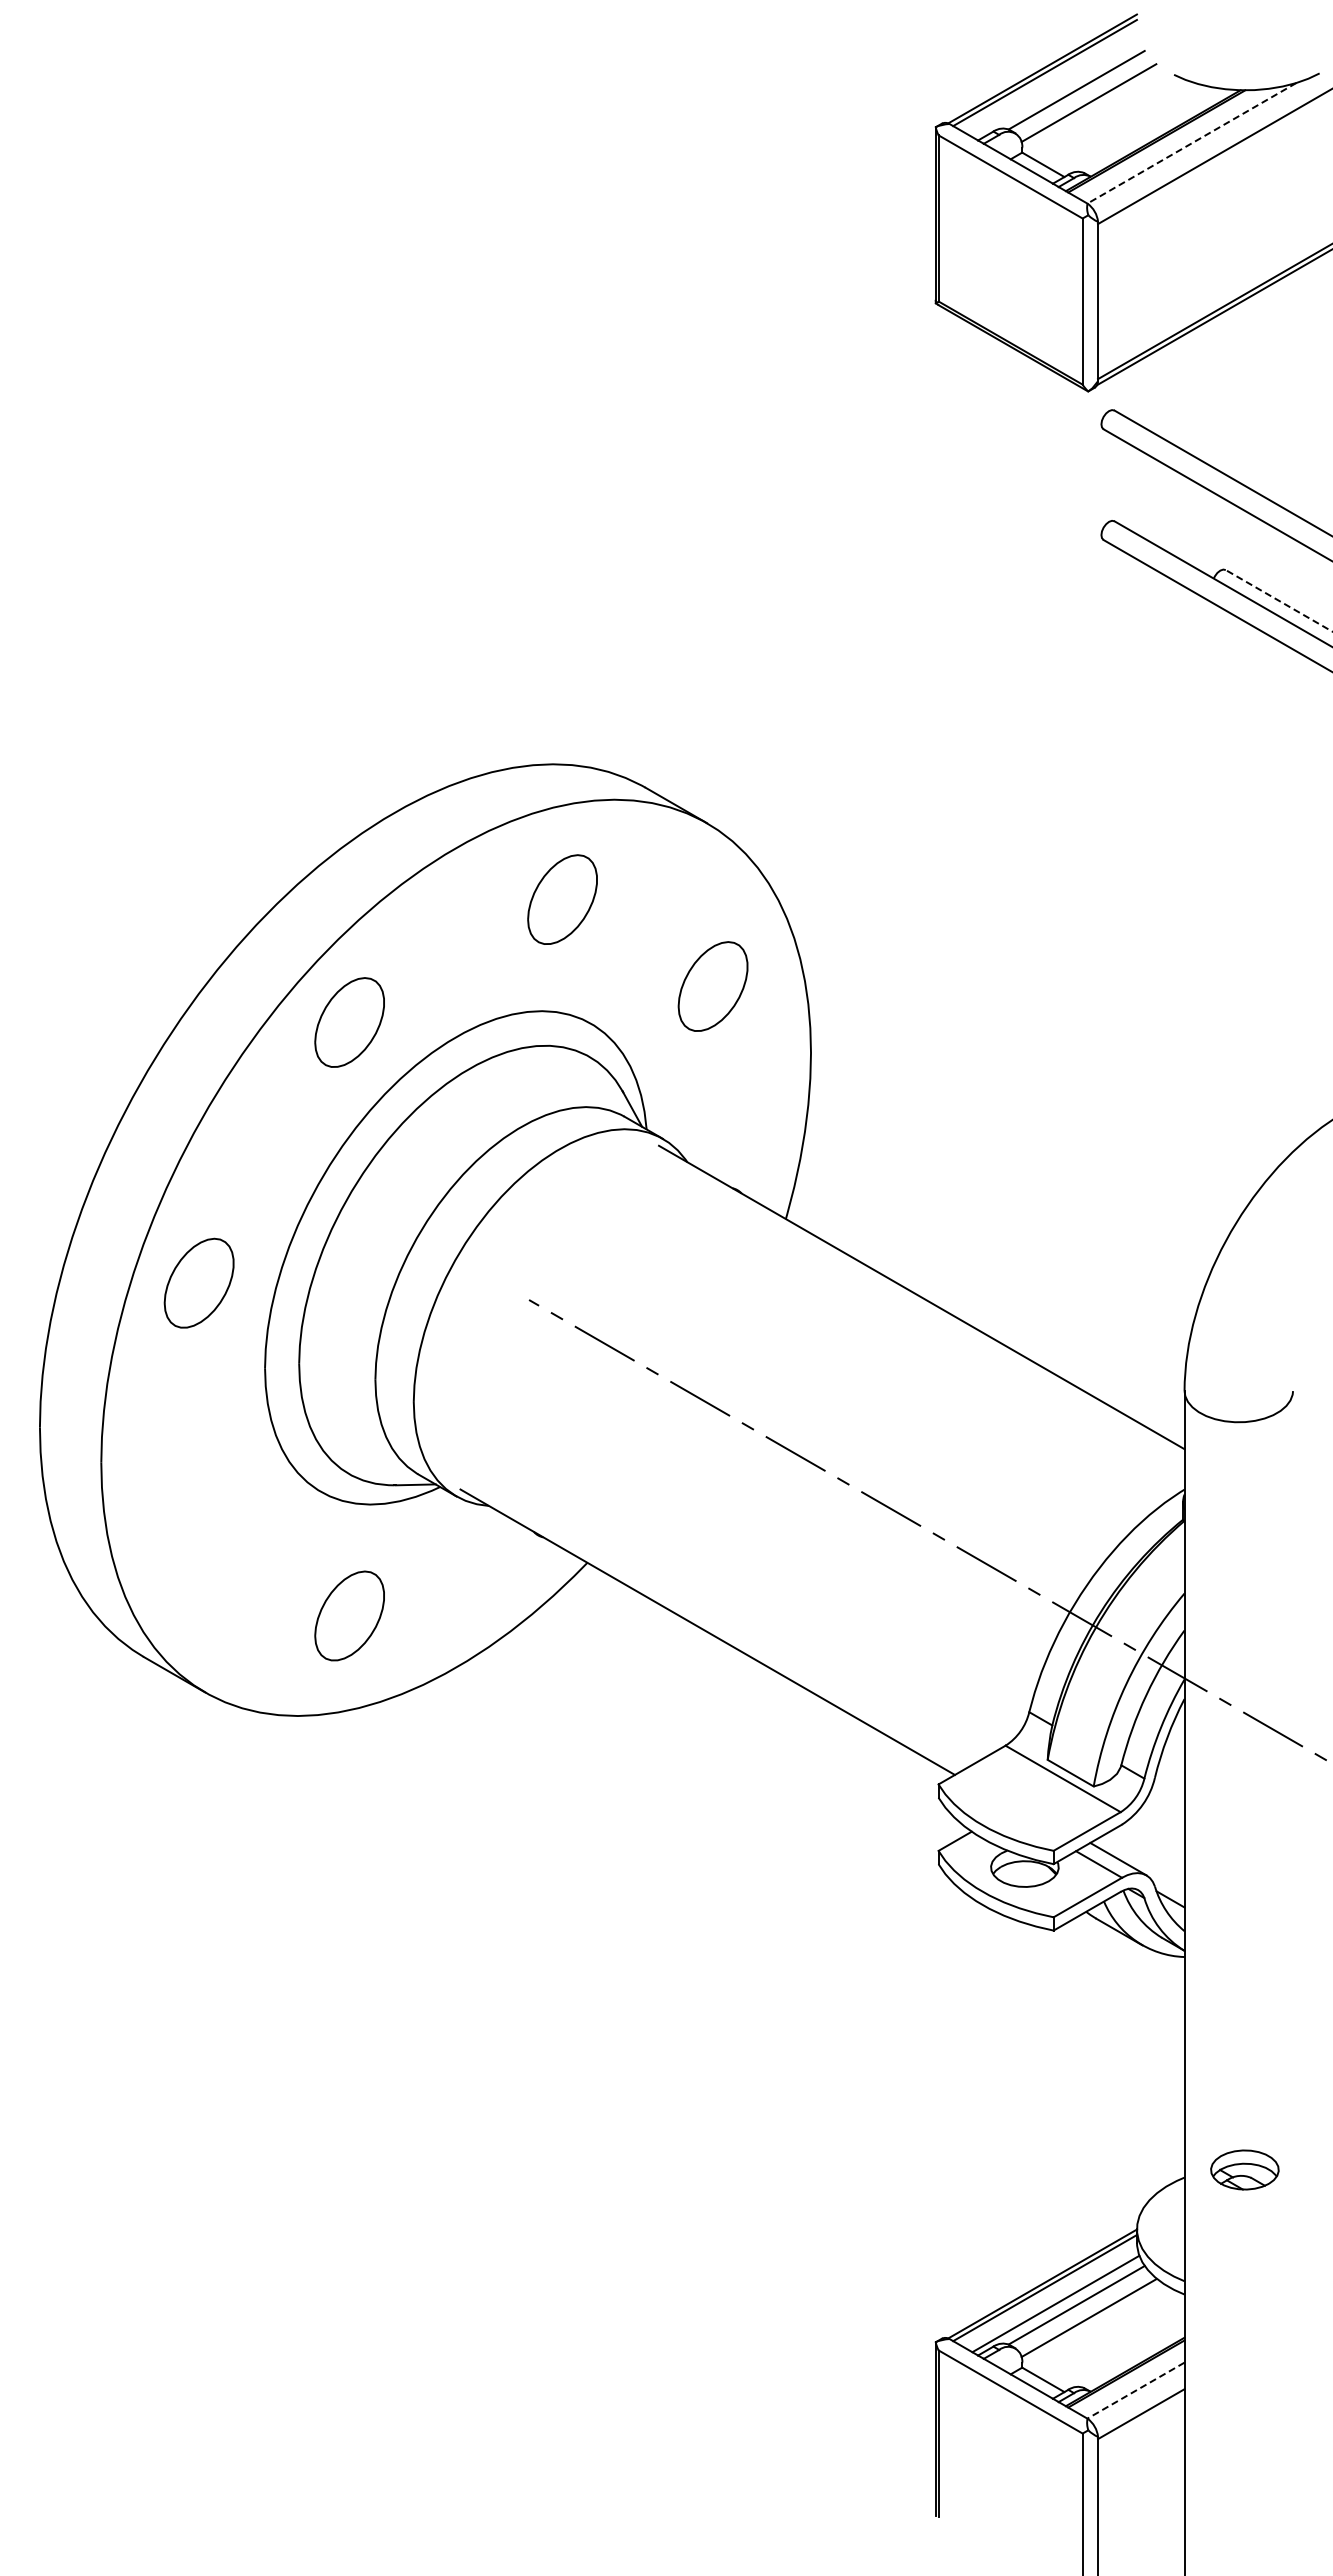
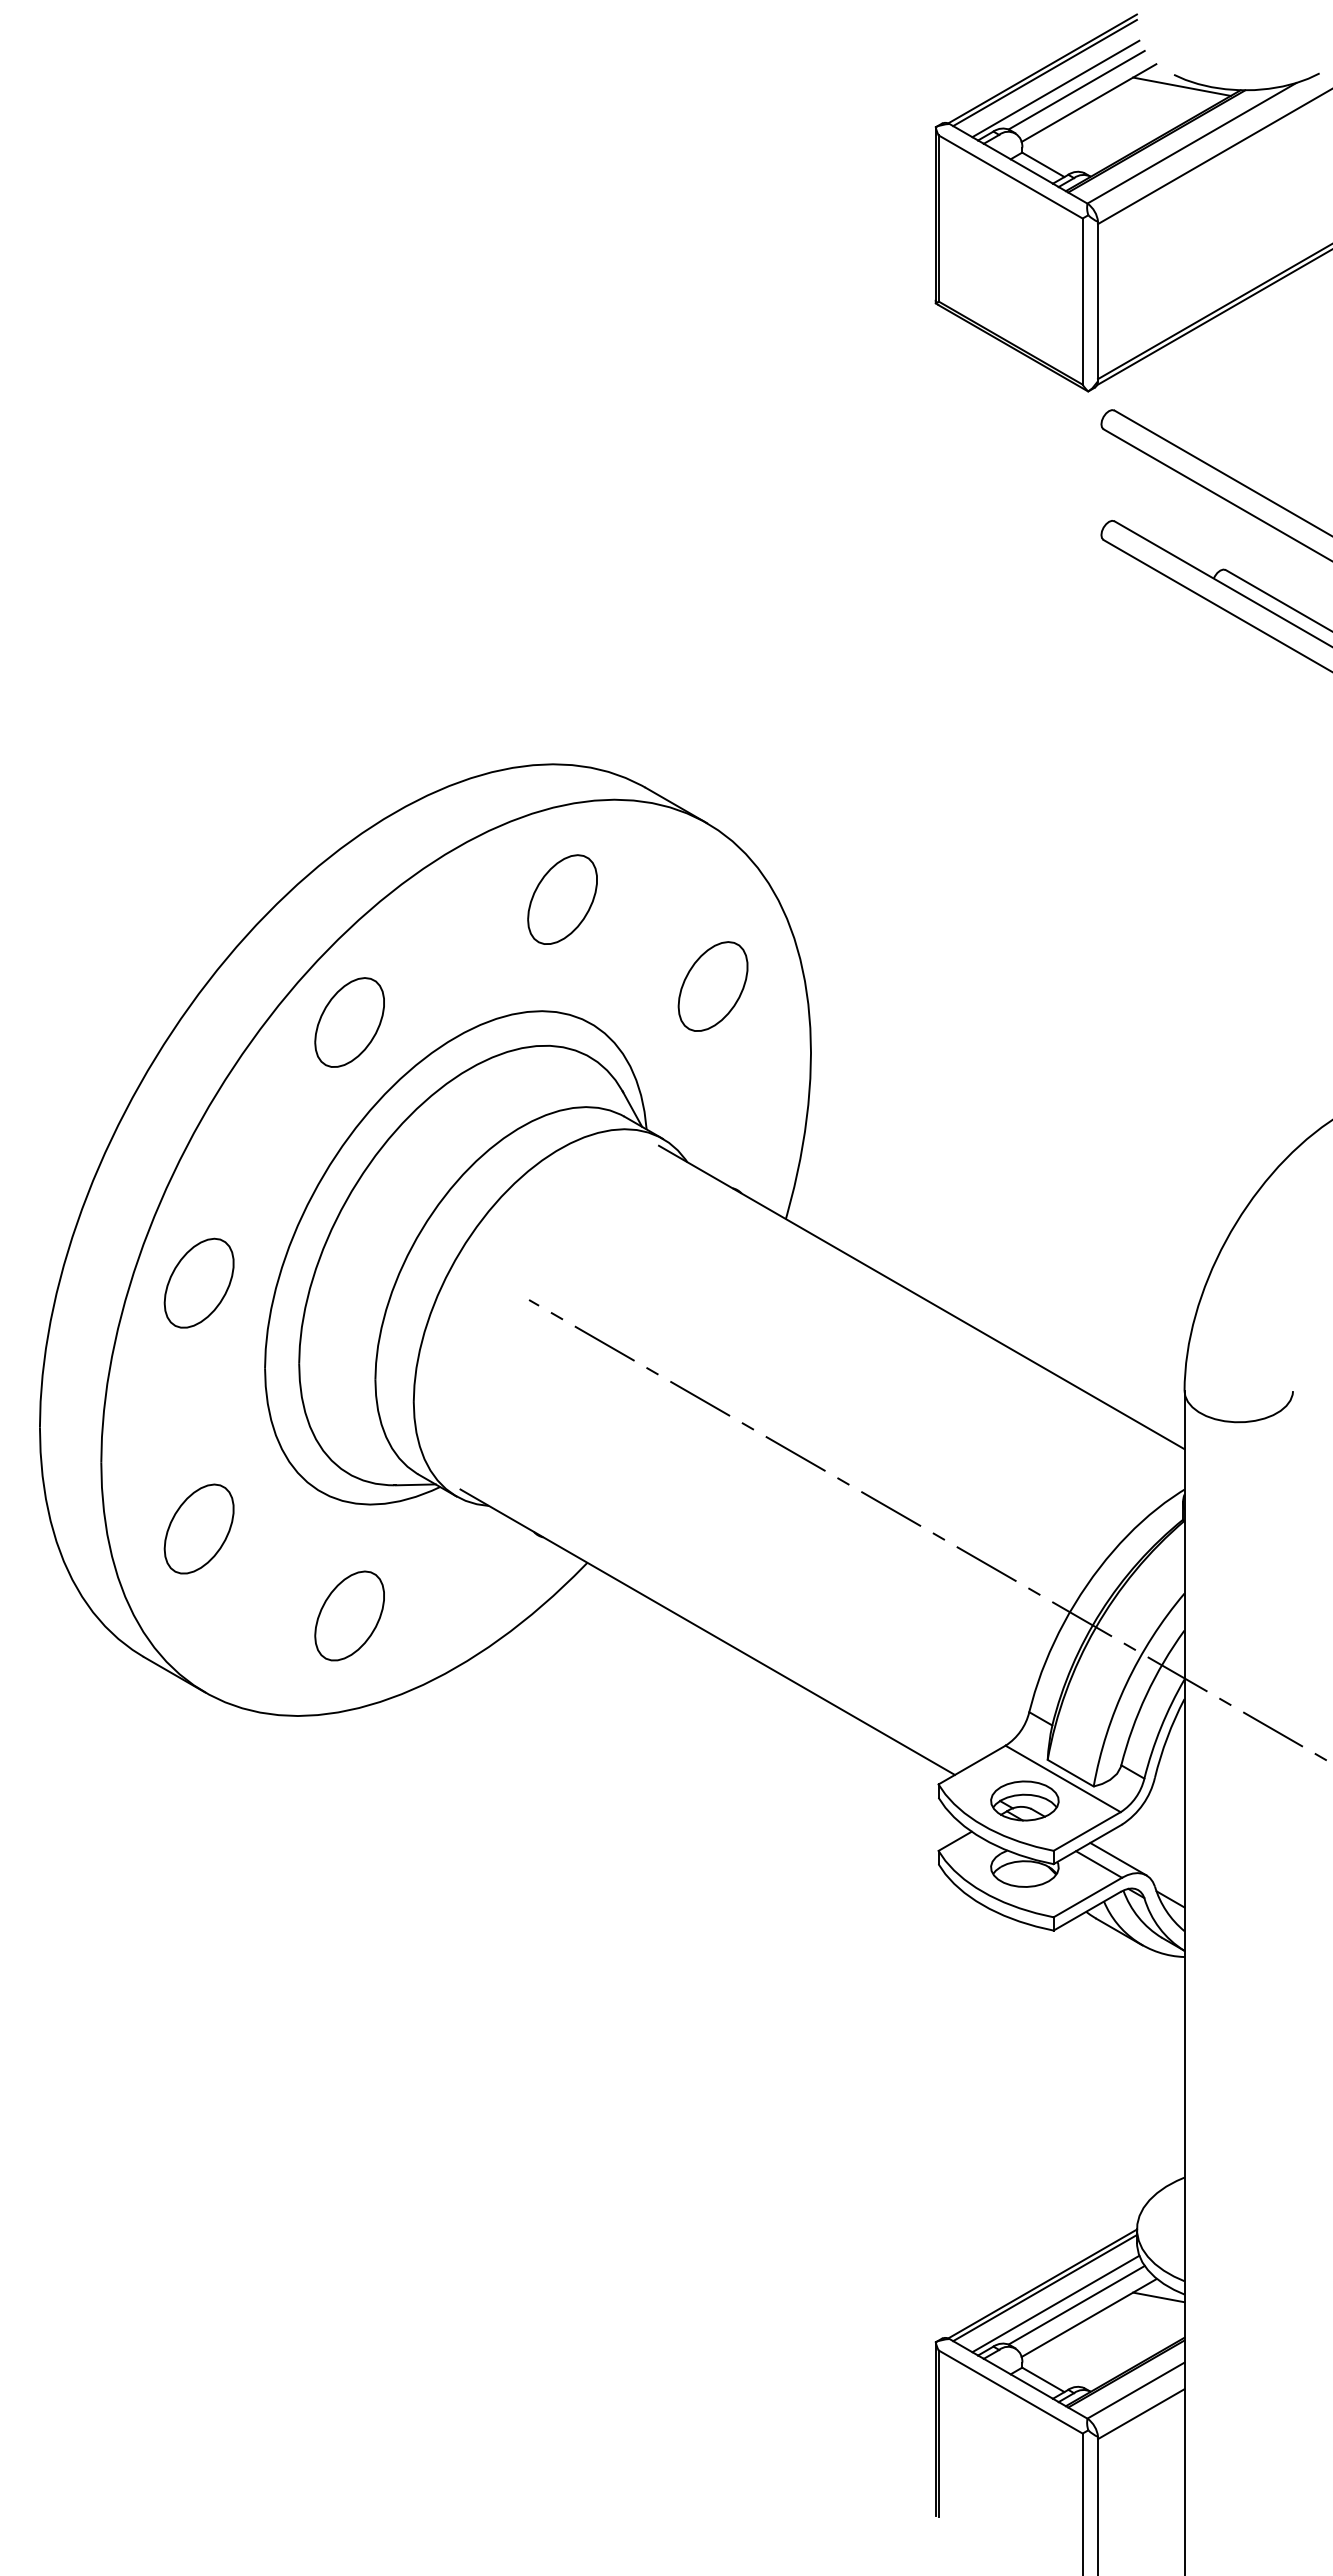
line at (1181, 86): none -> present
line at (1055, 88): none -> present
line at (1191, 143): dashed -> solid
line at (1279, 600): dashed -> solid
part at (198, 1528): none -> present
part at (1244, 2169) position: (1244, 2169) -> (1024, 1800)
line at (1158, 2297): none -> present
line at (1135, 2390): dashed -> solid
